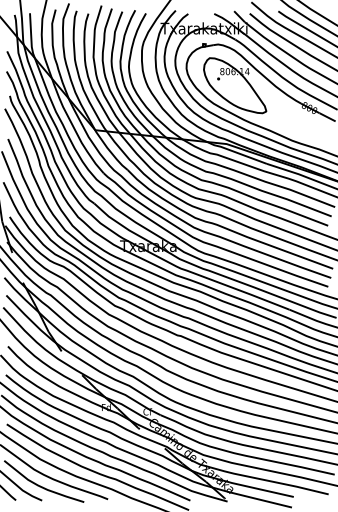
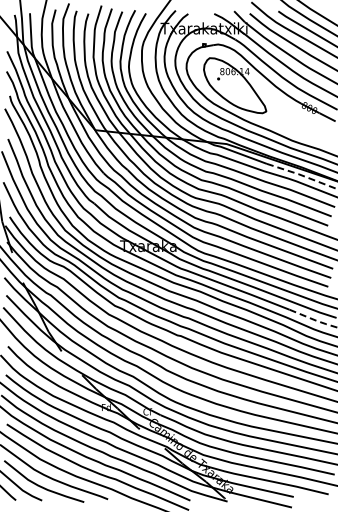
line at (301, 175): solid -> dashed
line at (314, 319): solid -> dashed
